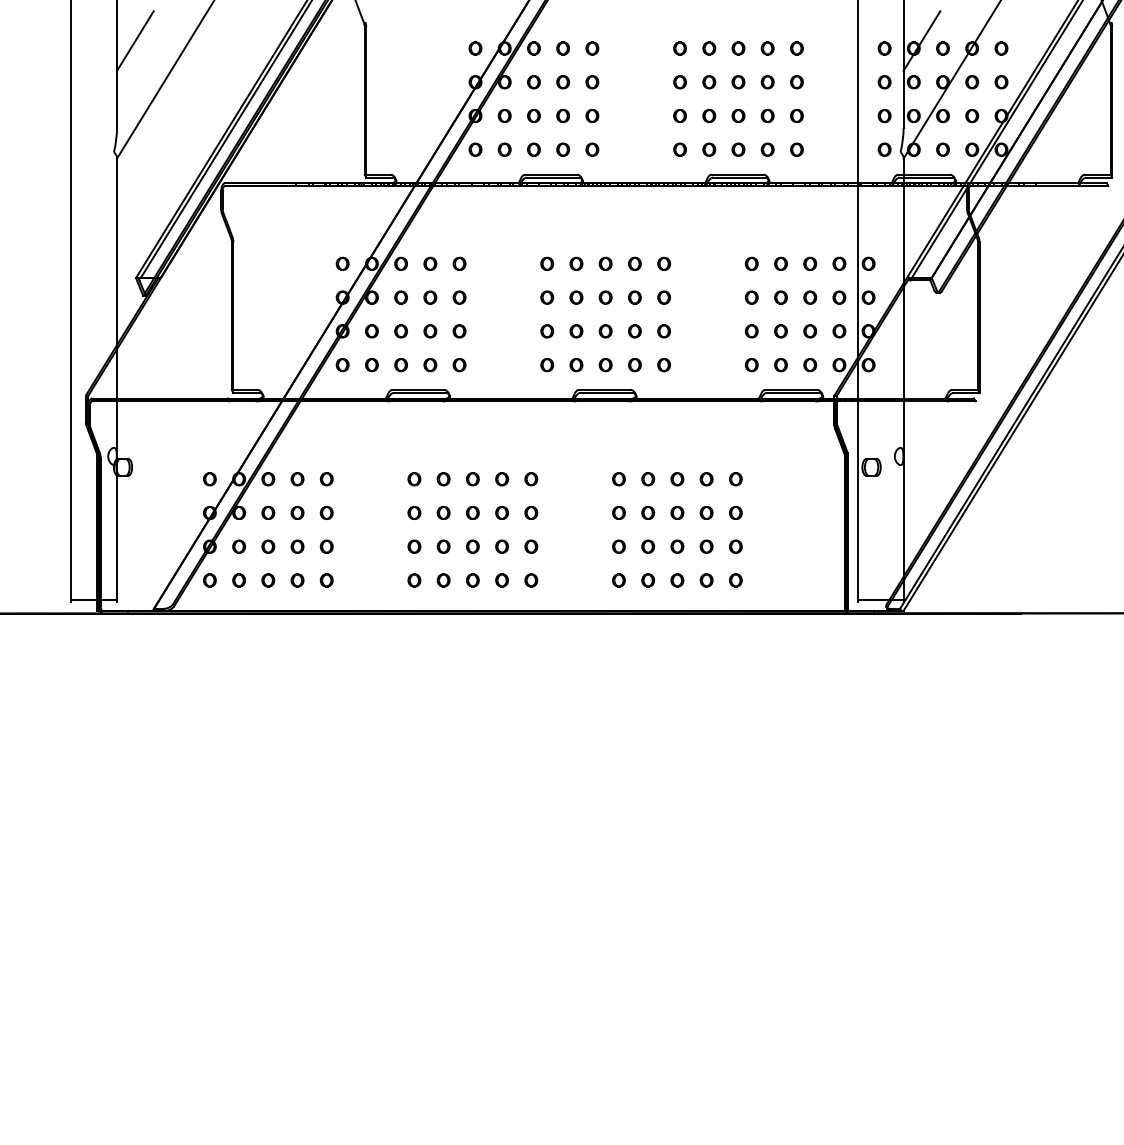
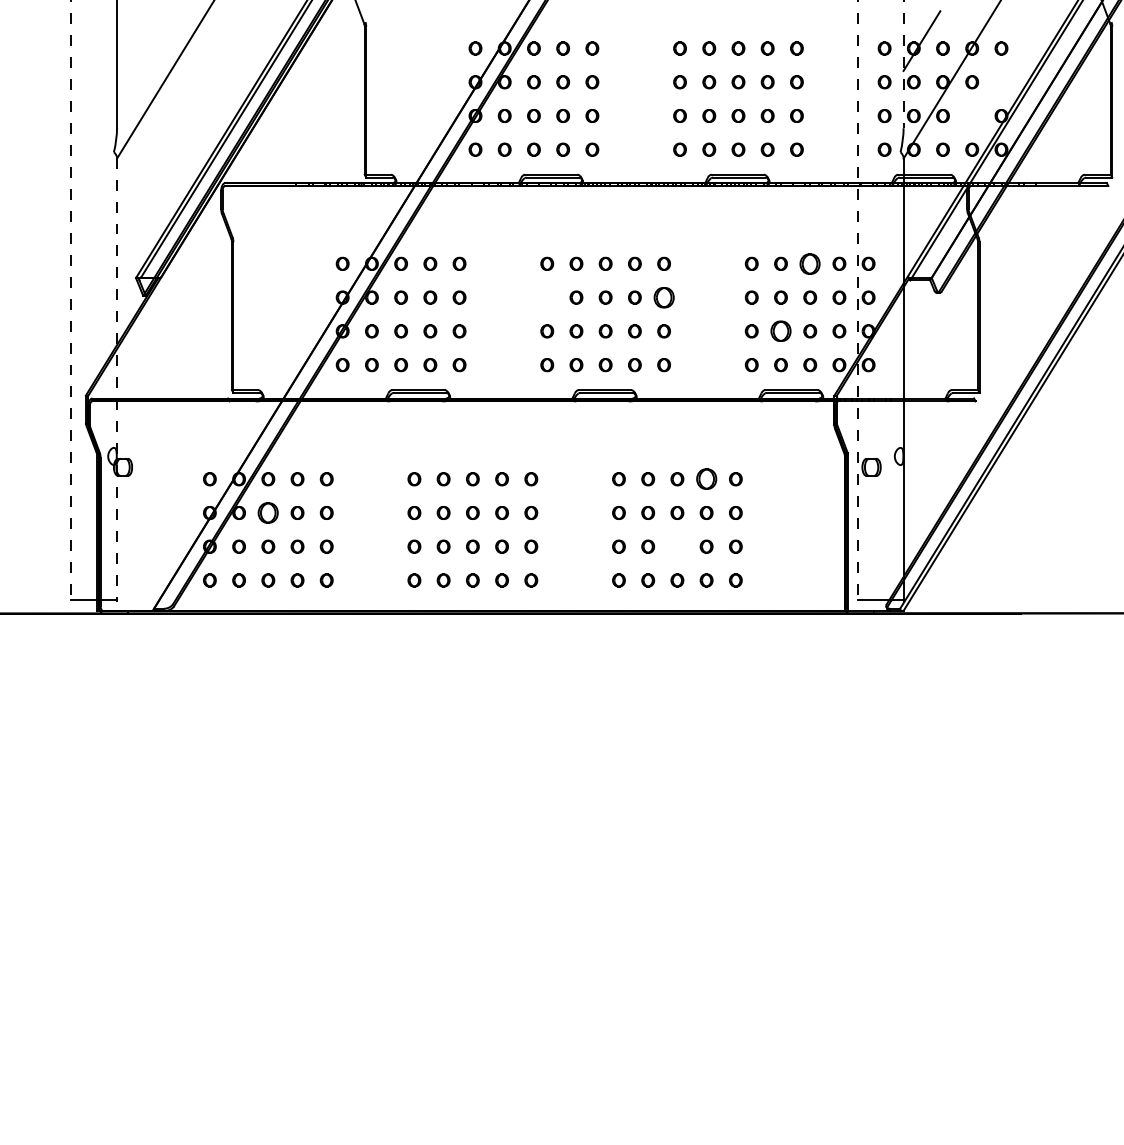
line at (135, 41): present -> none
line at (903, 64): solid -> dashed
part at (1001, 82): present -> none
part at (972, 116): present -> none
part at (810, 263) size: 15x15 px -> 22x22 px
part at (547, 297): present -> none
part at (663, 297) size: 14x15 px -> 22x22 px
line at (71, 301): solid -> dashed
line at (857, 301): solid -> dashed
part at (780, 331) size: 14x15 px -> 22x22 px
line at (117, 380): solid -> dashed
part at (706, 479) size: 15x15 px -> 22x22 px
part at (268, 512) size: 15x14 px -> 22x22 px
part at (677, 546): present -> none
